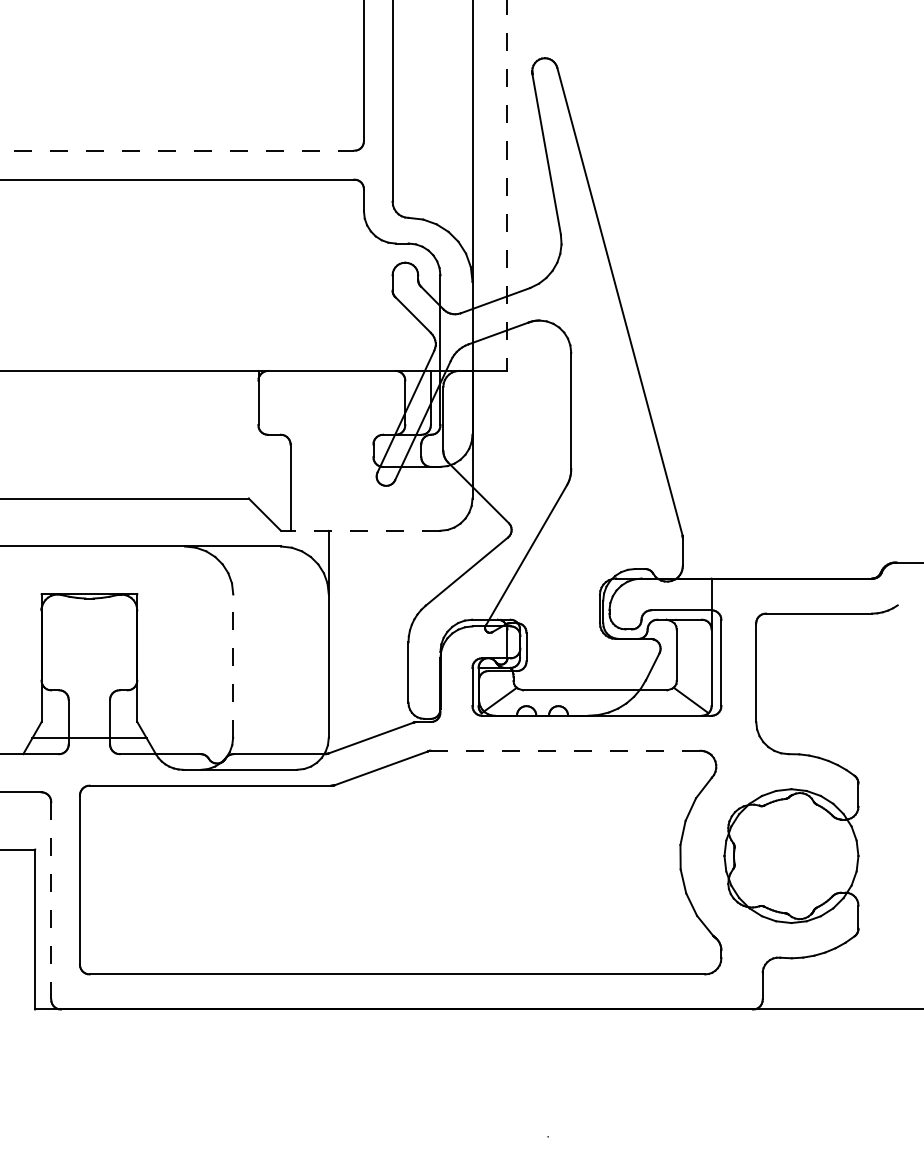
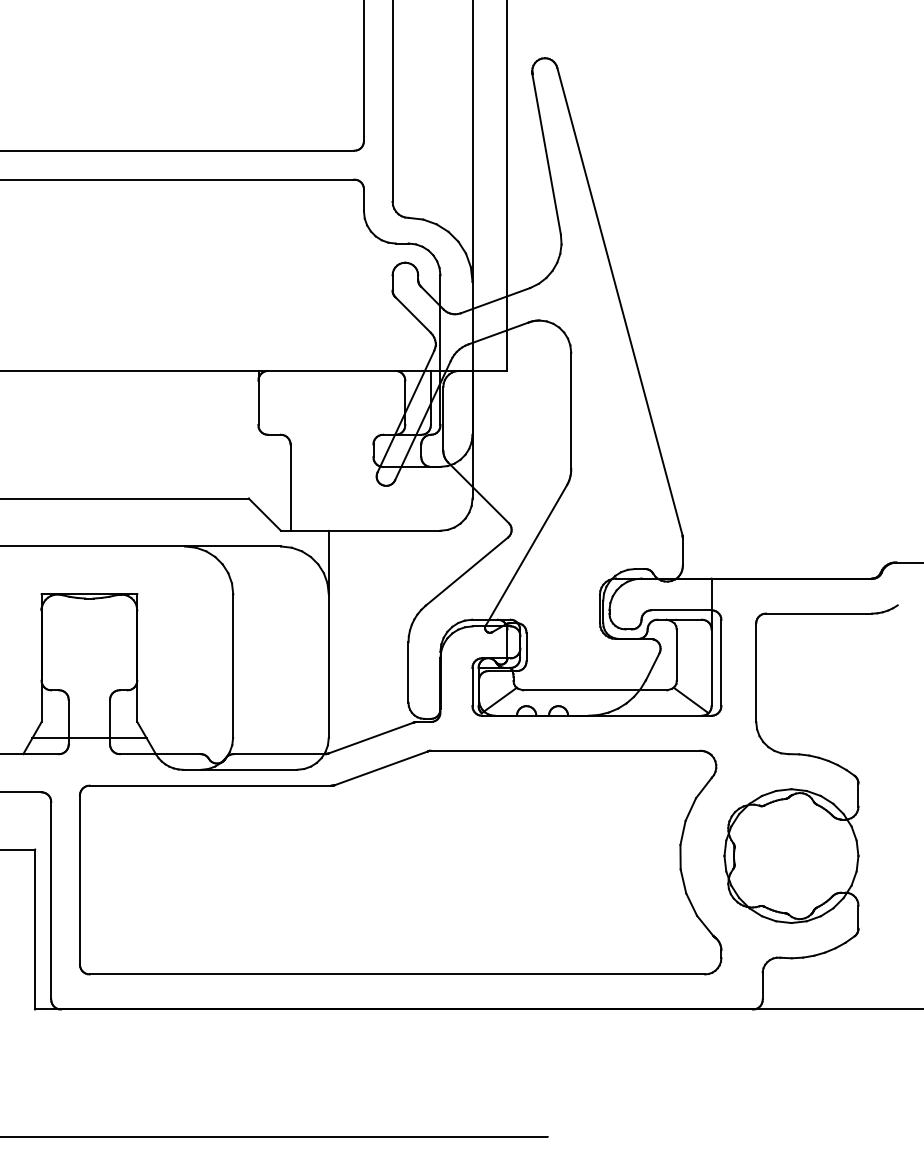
line at (177, 150): dashed -> solid
line at (506, 186): dashed -> solid
line at (360, 530): dashed -> solid
line at (233, 666): dashed -> solid
line at (565, 750): dashed -> solid
line at (51, 900): dashed -> solid
line at (274, 1136): none -> present
